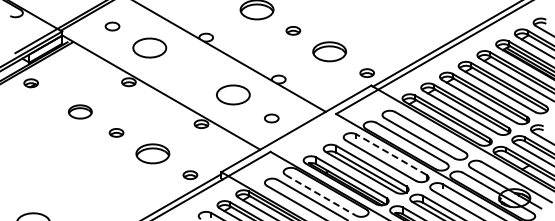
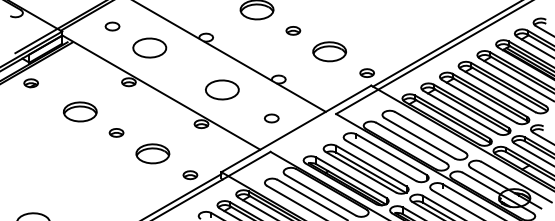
part at (233, 94) position: (233, 94) -> (222, 89)
part at (80, 111) size: 25x16 px -> 35x22 px
line at (391, 154): dashed -> solid
line at (320, 195): dashed -> solid
